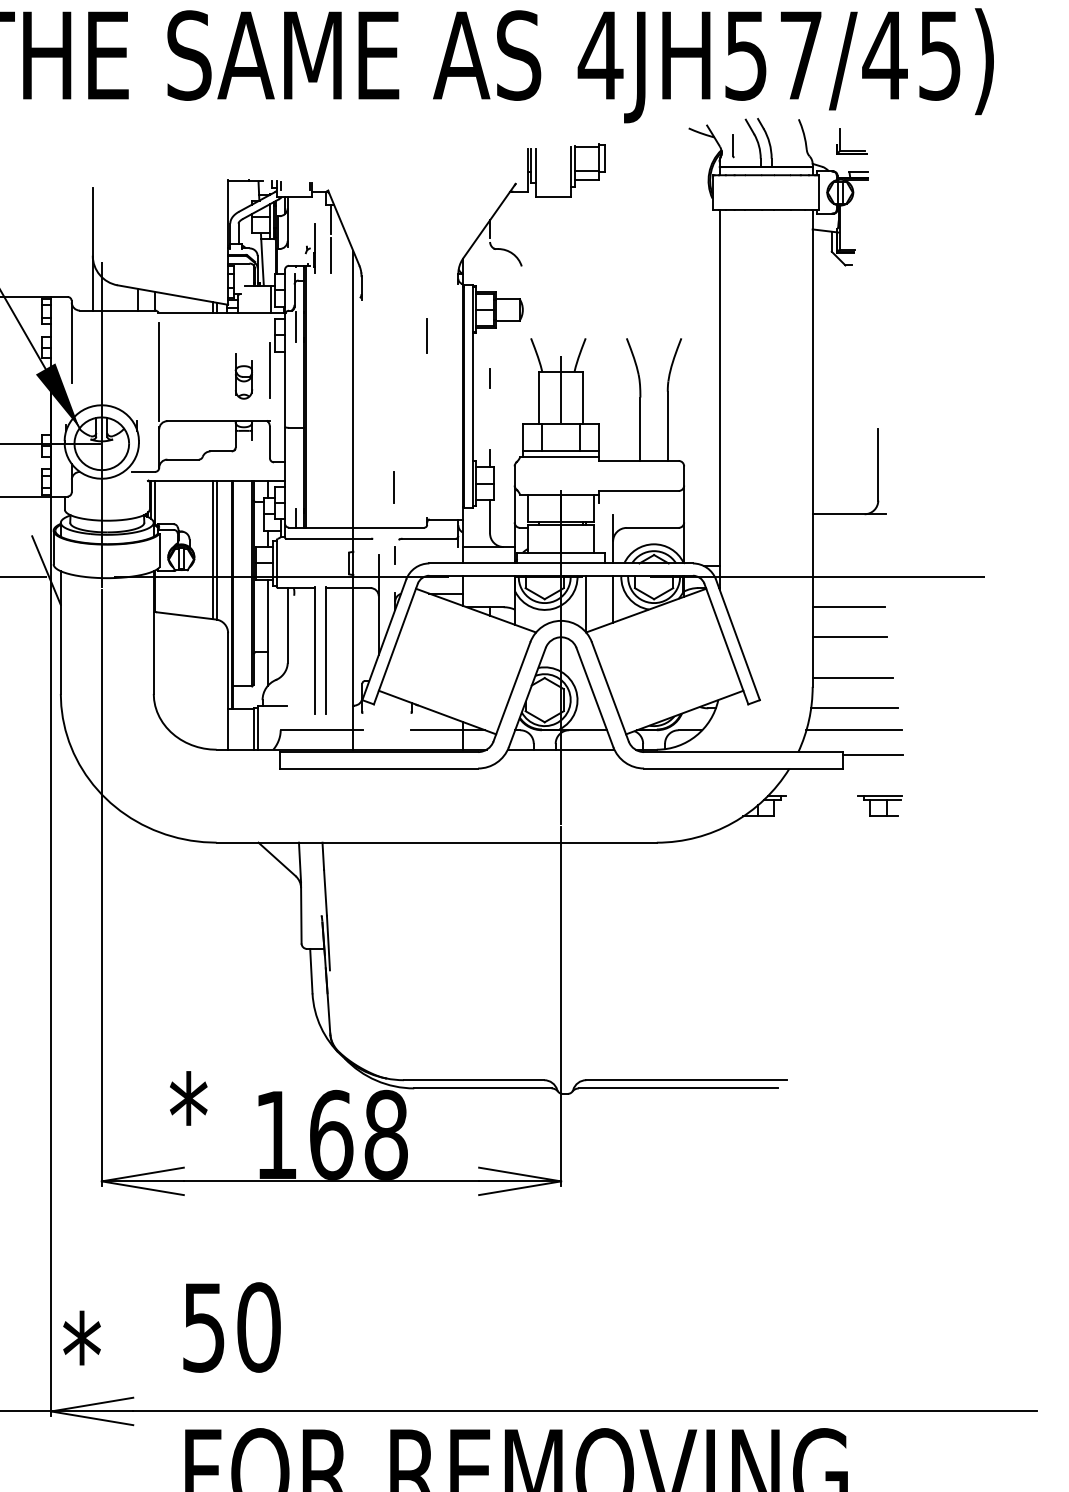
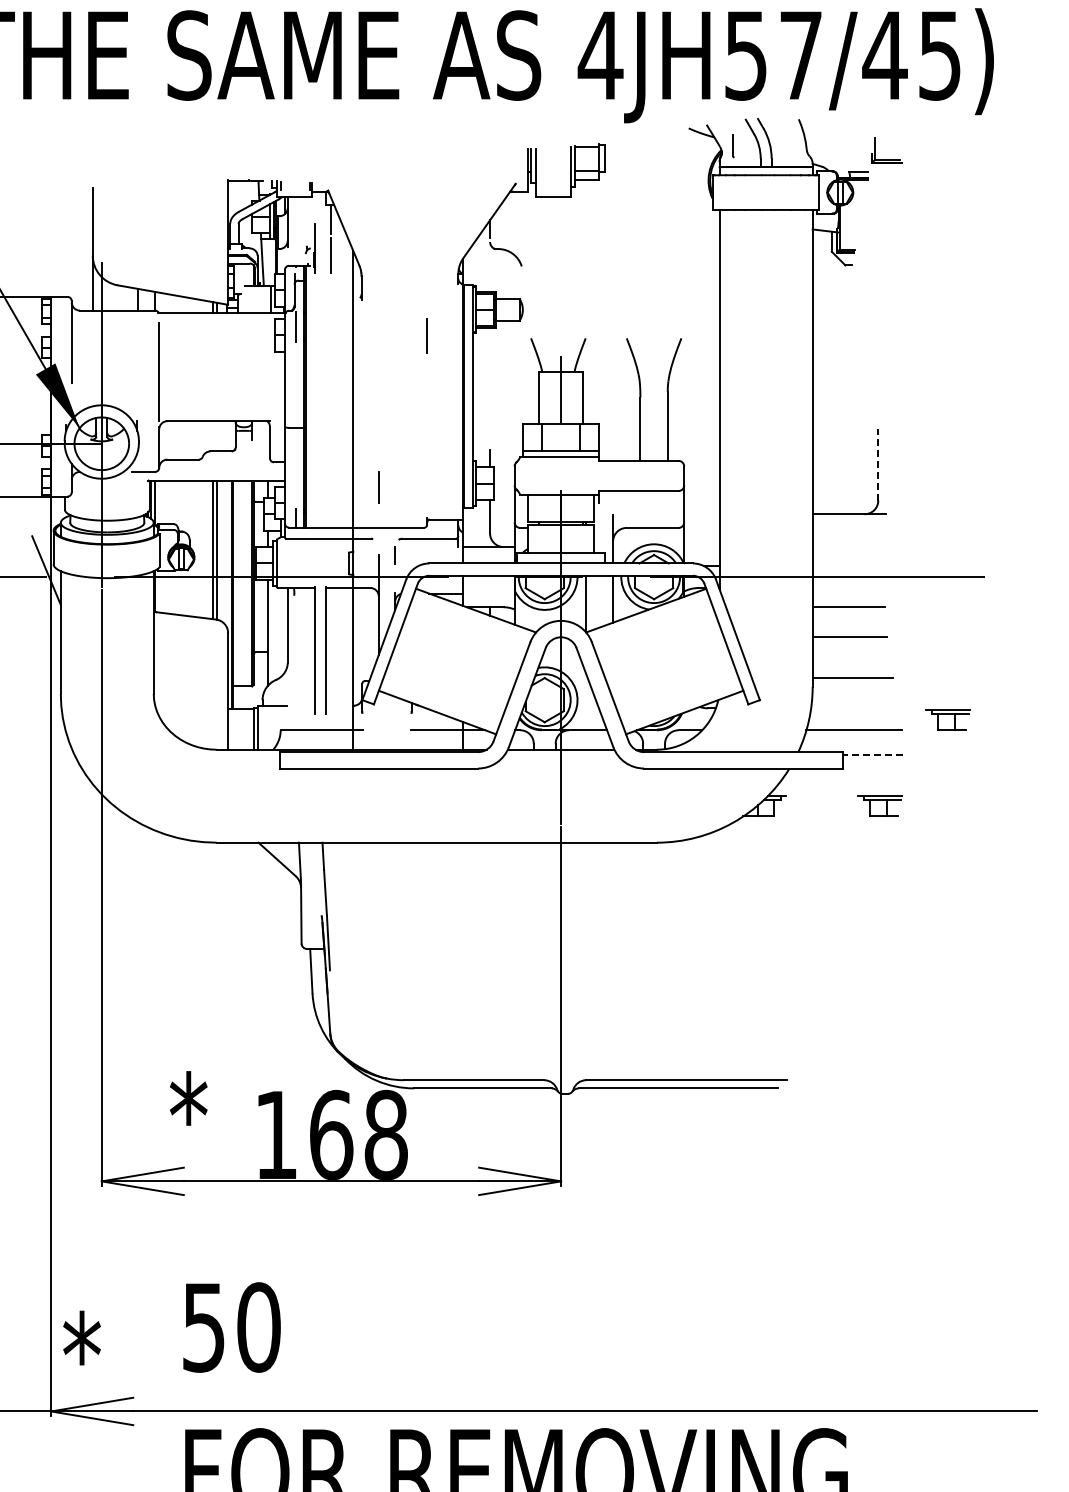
part at (851, 150) position: (851, 150) -> (886, 159)
line at (269, 370): present -> none
part at (243, 376): present -> none
line at (489, 378): present -> none
line at (878, 464): solid -> dashed
line at (393, 487) position: (393, 487) -> (378, 487)
line at (854, 708): present -> none
part at (947, 719): none -> present
line at (872, 754): solid -> dashed
